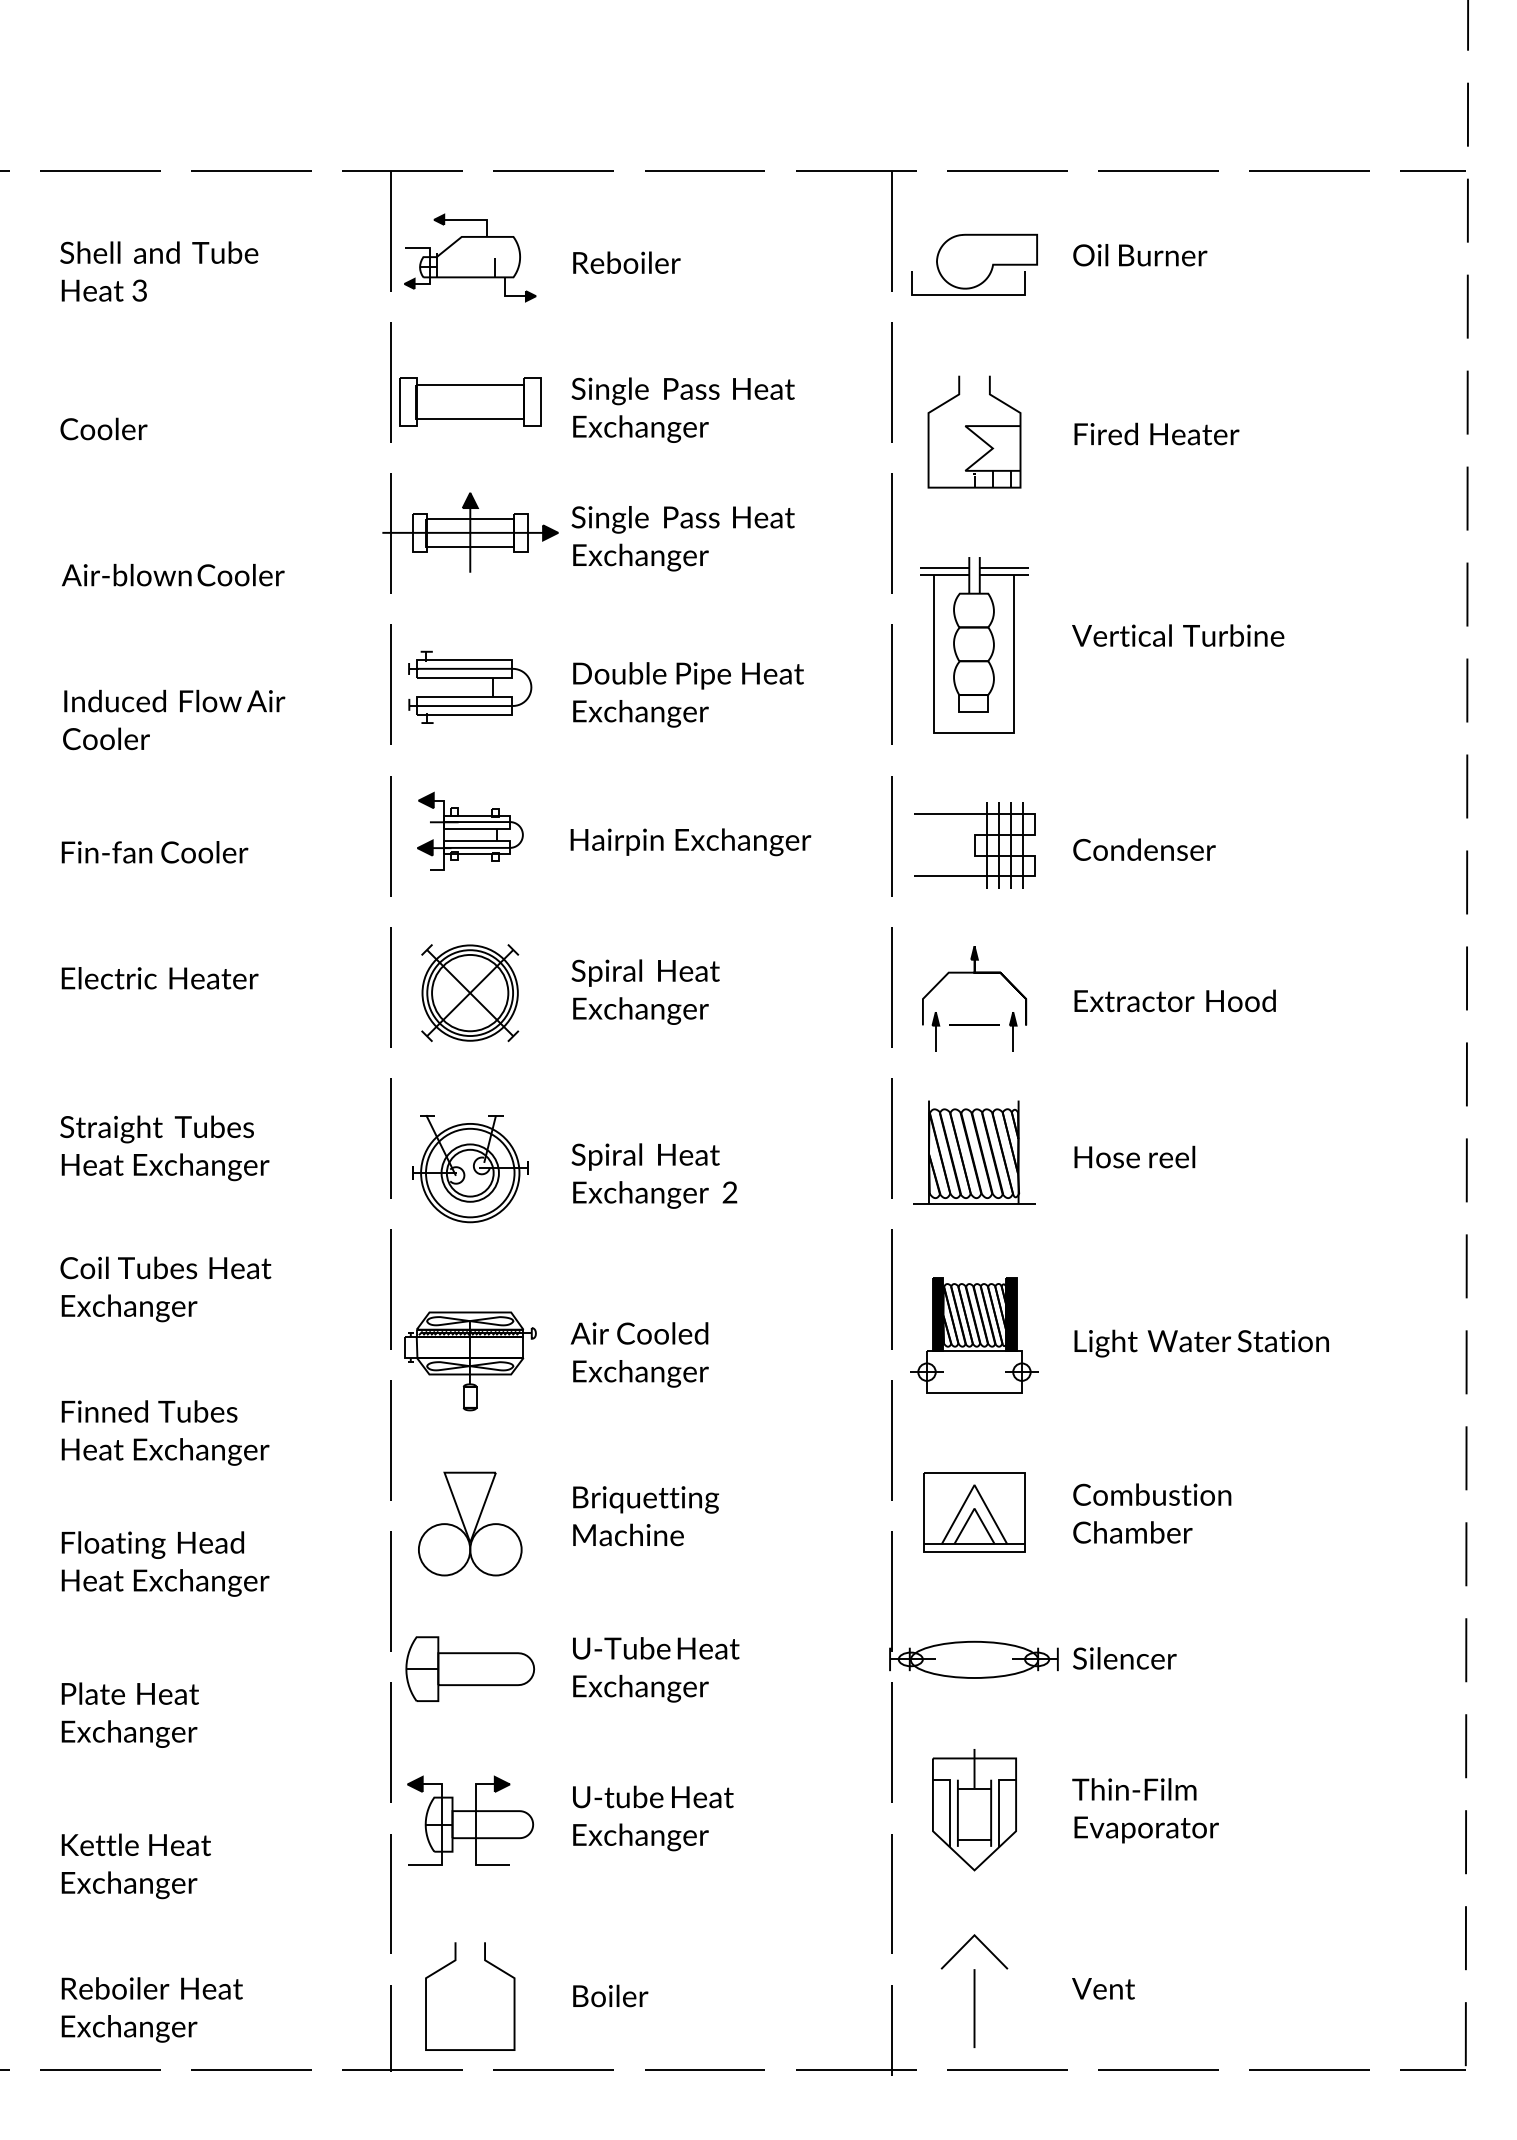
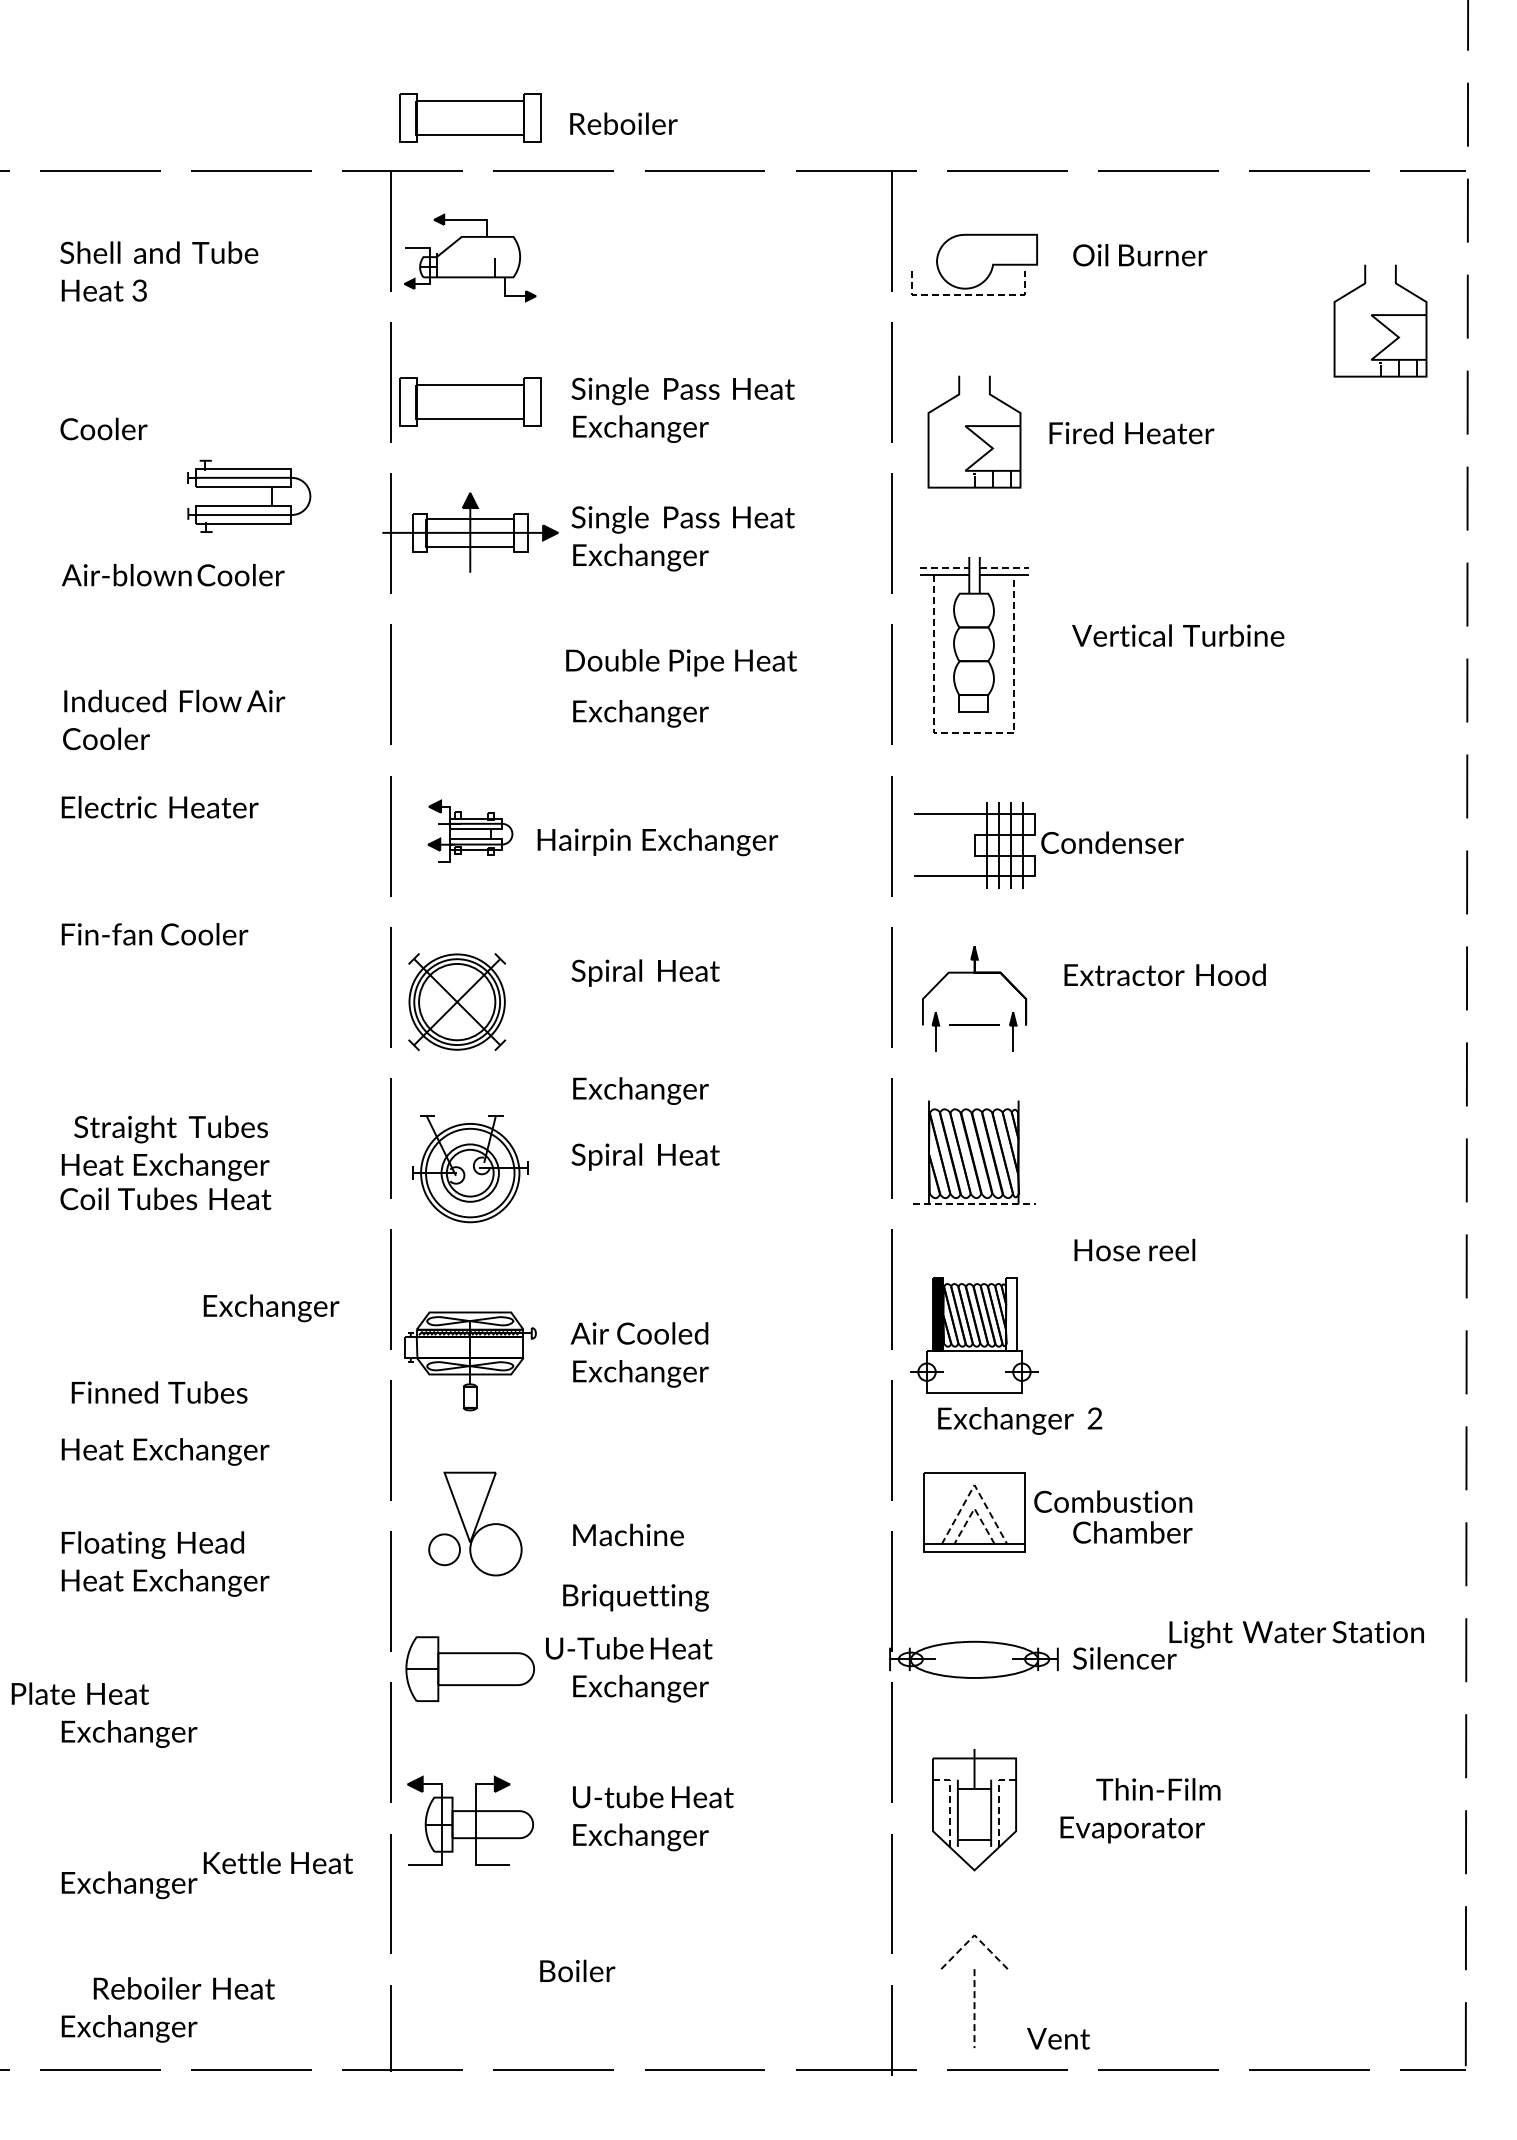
part at (470, 117): none -> present
text at (626, 262) position: (626, 262) -> (623, 123)
line at (968, 294): solid -> dashed
part at (1380, 320): none -> present
text at (1156, 433) position: (1156, 433) -> (1131, 432)
line at (944, 568): solid -> dashed
line at (1004, 568): solid -> dashed
text at (688, 675) position: (688, 675) -> (681, 662)
part at (470, 678) position: (470, 678) -> (249, 487)
line at (974, 733): solid -> dashed
part at (470, 830) size: 107x80 px -> 87x64 px
text at (690, 842) position: (690, 842) -> (657, 842)
text at (1144, 849) position: (1144, 849) -> (1112, 842)
text at (154, 852) position: (154, 852) -> (154, 934)
text at (159, 978) position: (159, 978) -> (159, 807)
part at (470, 992) position: (470, 992) -> (457, 1001)
text at (1174, 1000) position: (1174, 1000) -> (1164, 974)
text at (640, 1010) position: (640, 1010) -> (640, 1090)
text at (156, 1129) position: (156, 1129) -> (170, 1129)
text at (1134, 1156) position: (1134, 1156) -> (1134, 1249)
text at (655, 1194) position: (655, 1194) -> (1020, 1420)
line at (974, 1204): solid -> dashed
text at (165, 1267) position: (165, 1267) -> (165, 1198)
text at (129, 1308) position: (129, 1308) -> (271, 1308)
fill at (1011, 1313): present -> none
text at (1201, 1343) position: (1201, 1343) -> (1296, 1634)
text at (149, 1411) position: (149, 1411) -> (159, 1392)
line at (974, 1485): solid -> dashed
text at (1152, 1494) position: (1152, 1494) -> (1113, 1501)
text at (645, 1499) position: (645, 1499) -> (635, 1597)
line at (974, 1508): solid -> dashed
circle at (444, 1549) diameter: 51 px -> 31 px
text at (656, 1648) position: (656, 1648) -> (629, 1648)
text at (129, 1693) position: (129, 1693) -> (79, 1693)
text at (1134, 1789) position: (1134, 1789) -> (1158, 1789)
line at (949, 1804): solid -> dashed
line at (999, 1804): solid -> dashed
text at (1146, 1829) position: (1146, 1829) -> (1132, 1829)
text at (135, 1844) position: (135, 1844) -> (277, 1862)
line at (974, 1935): solid -> dashed
curve at (489, 1964): present -> none
text at (151, 1988) position: (151, 1988) -> (183, 1988)
text at (1103, 1988) position: (1103, 1988) -> (1058, 2038)
text at (610, 1995) position: (610, 1995) -> (577, 1970)
line at (974, 2009): solid -> dashed
